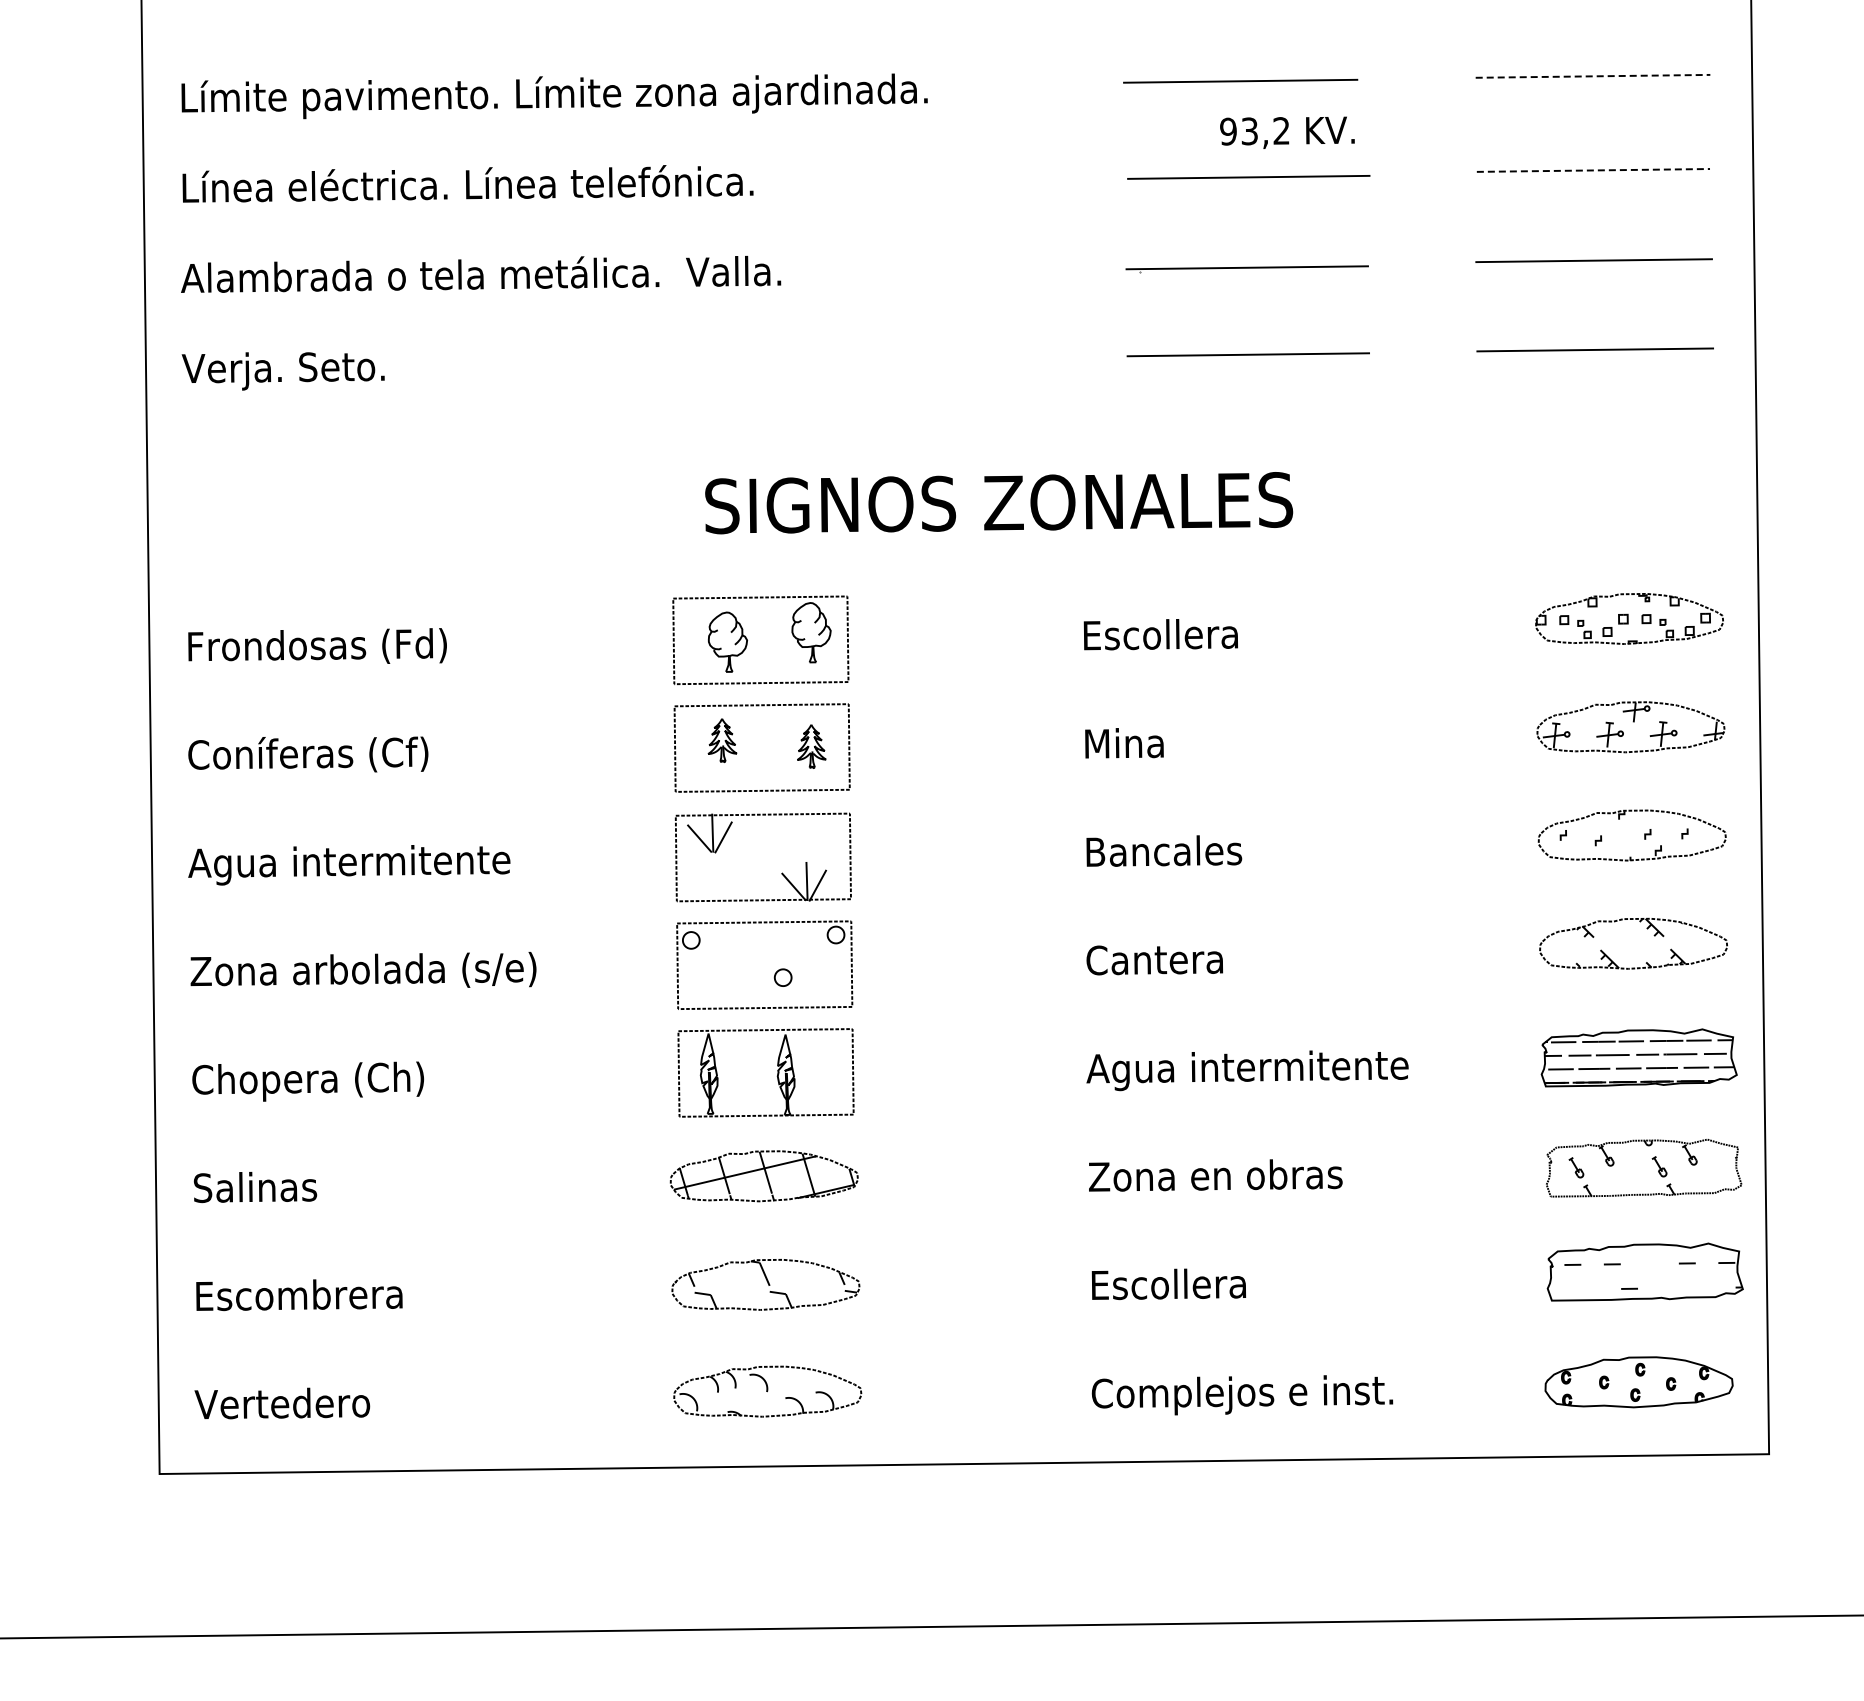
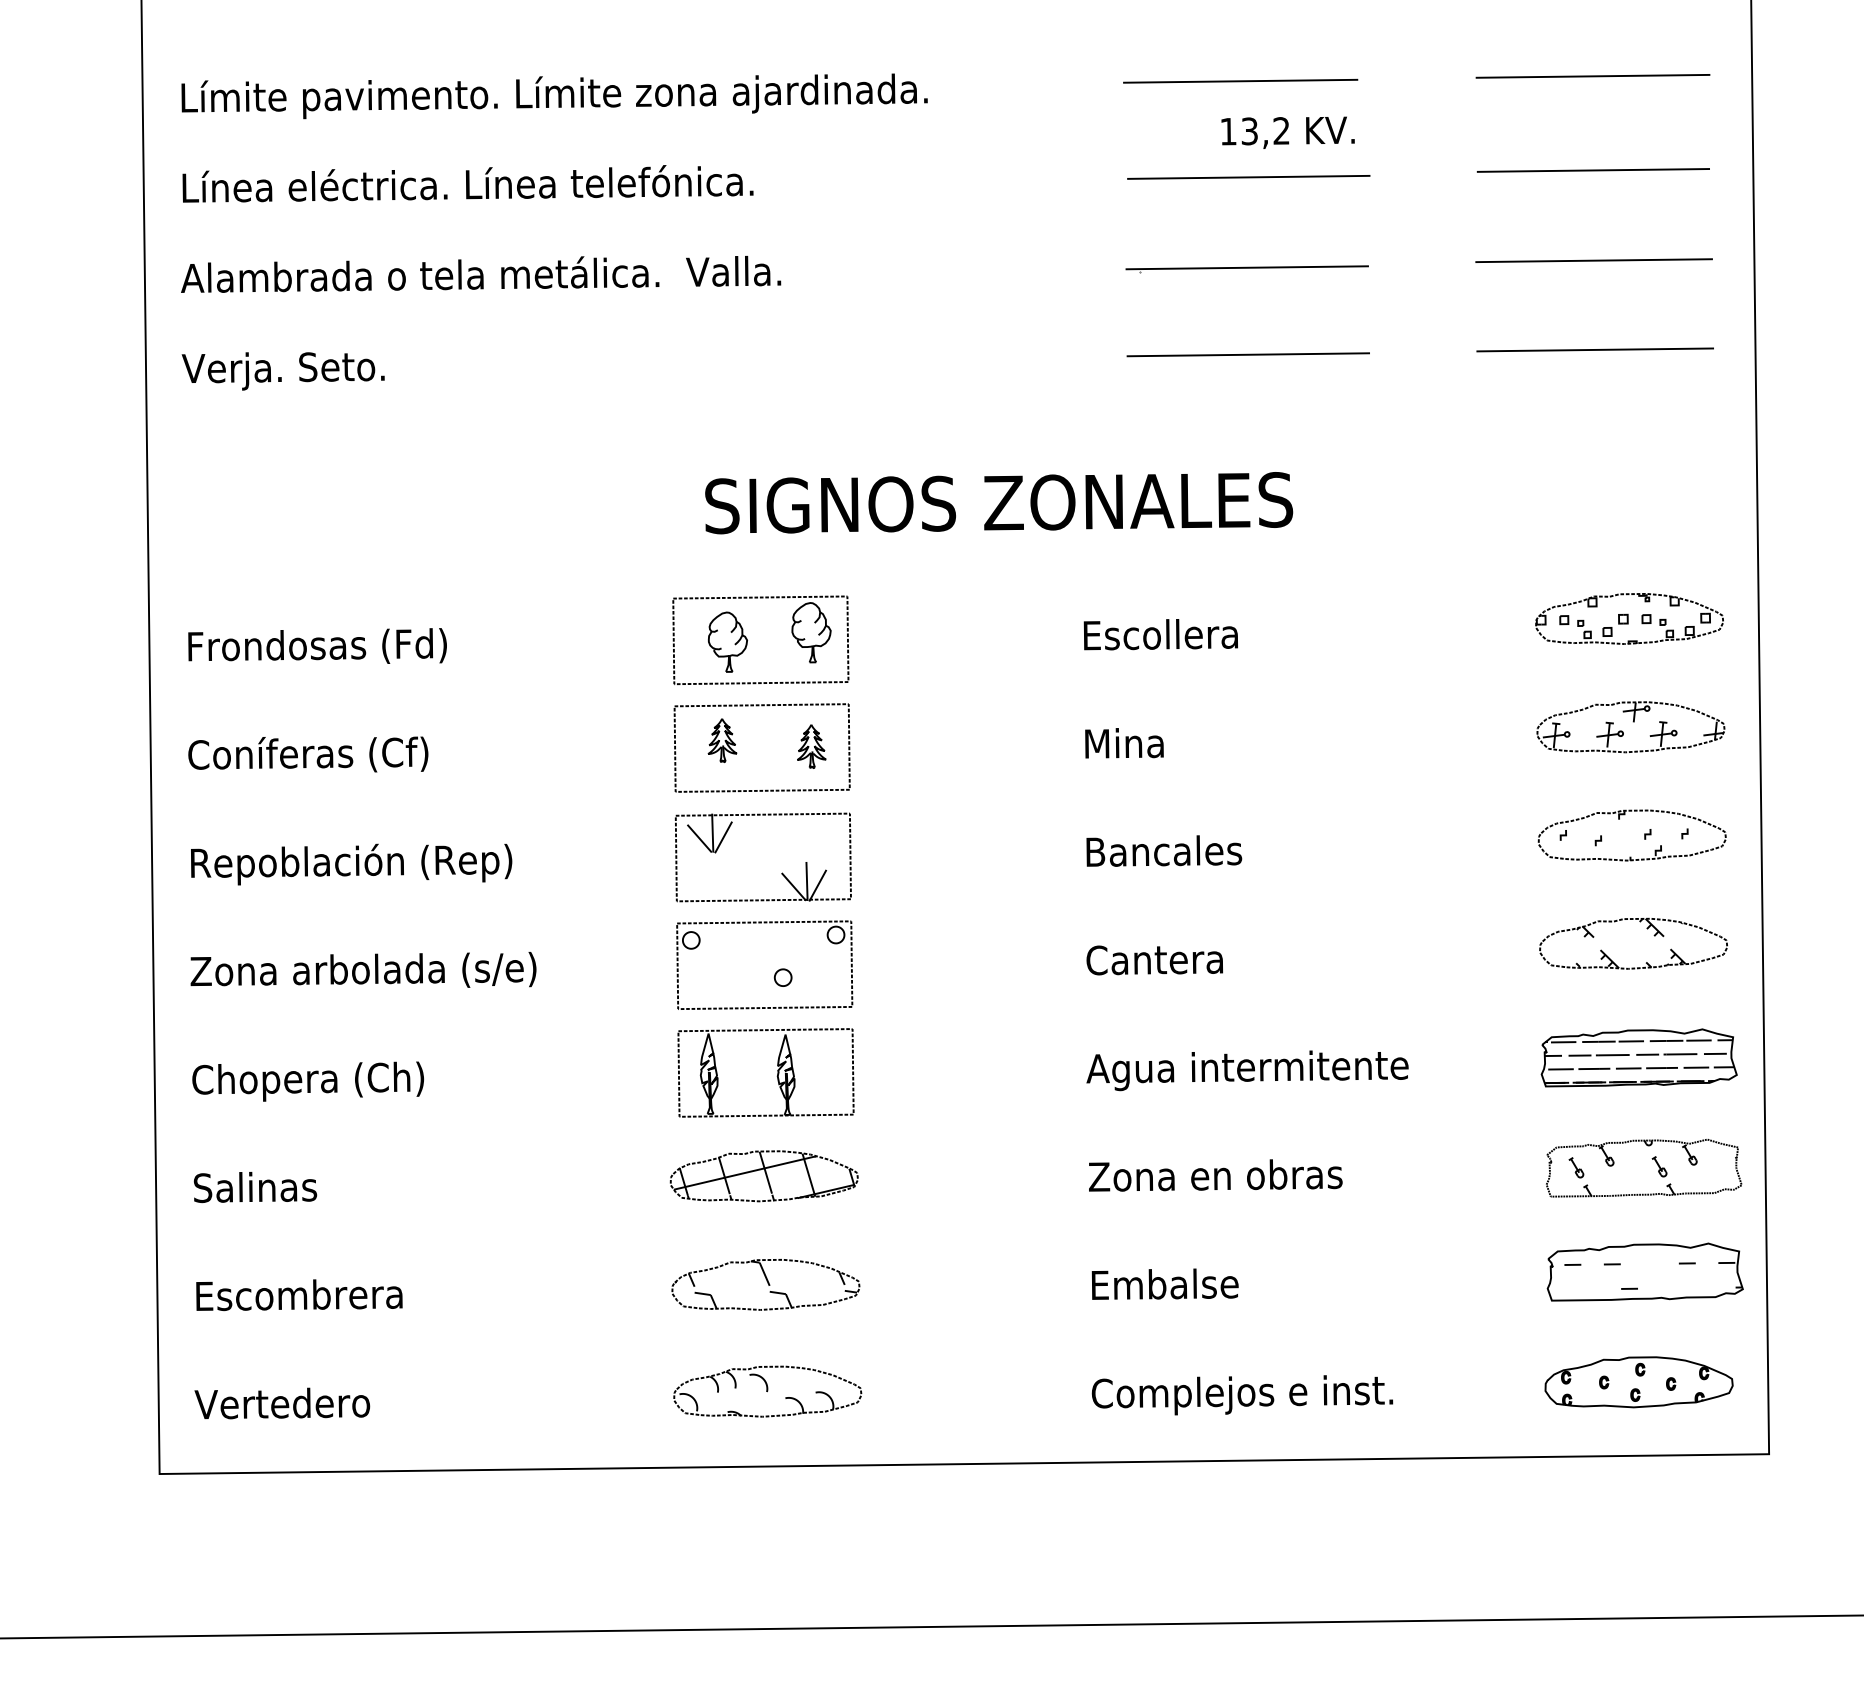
line at (1593, 76): dashed -> solid
text at (1228, 131): 93,2 -> 13,2
line at (1593, 170): dashed -> solid
text at (350, 864): Agua intermitente -> Repoblación (Rep)
text at (1179, 1284): Escollera -> Embalse
